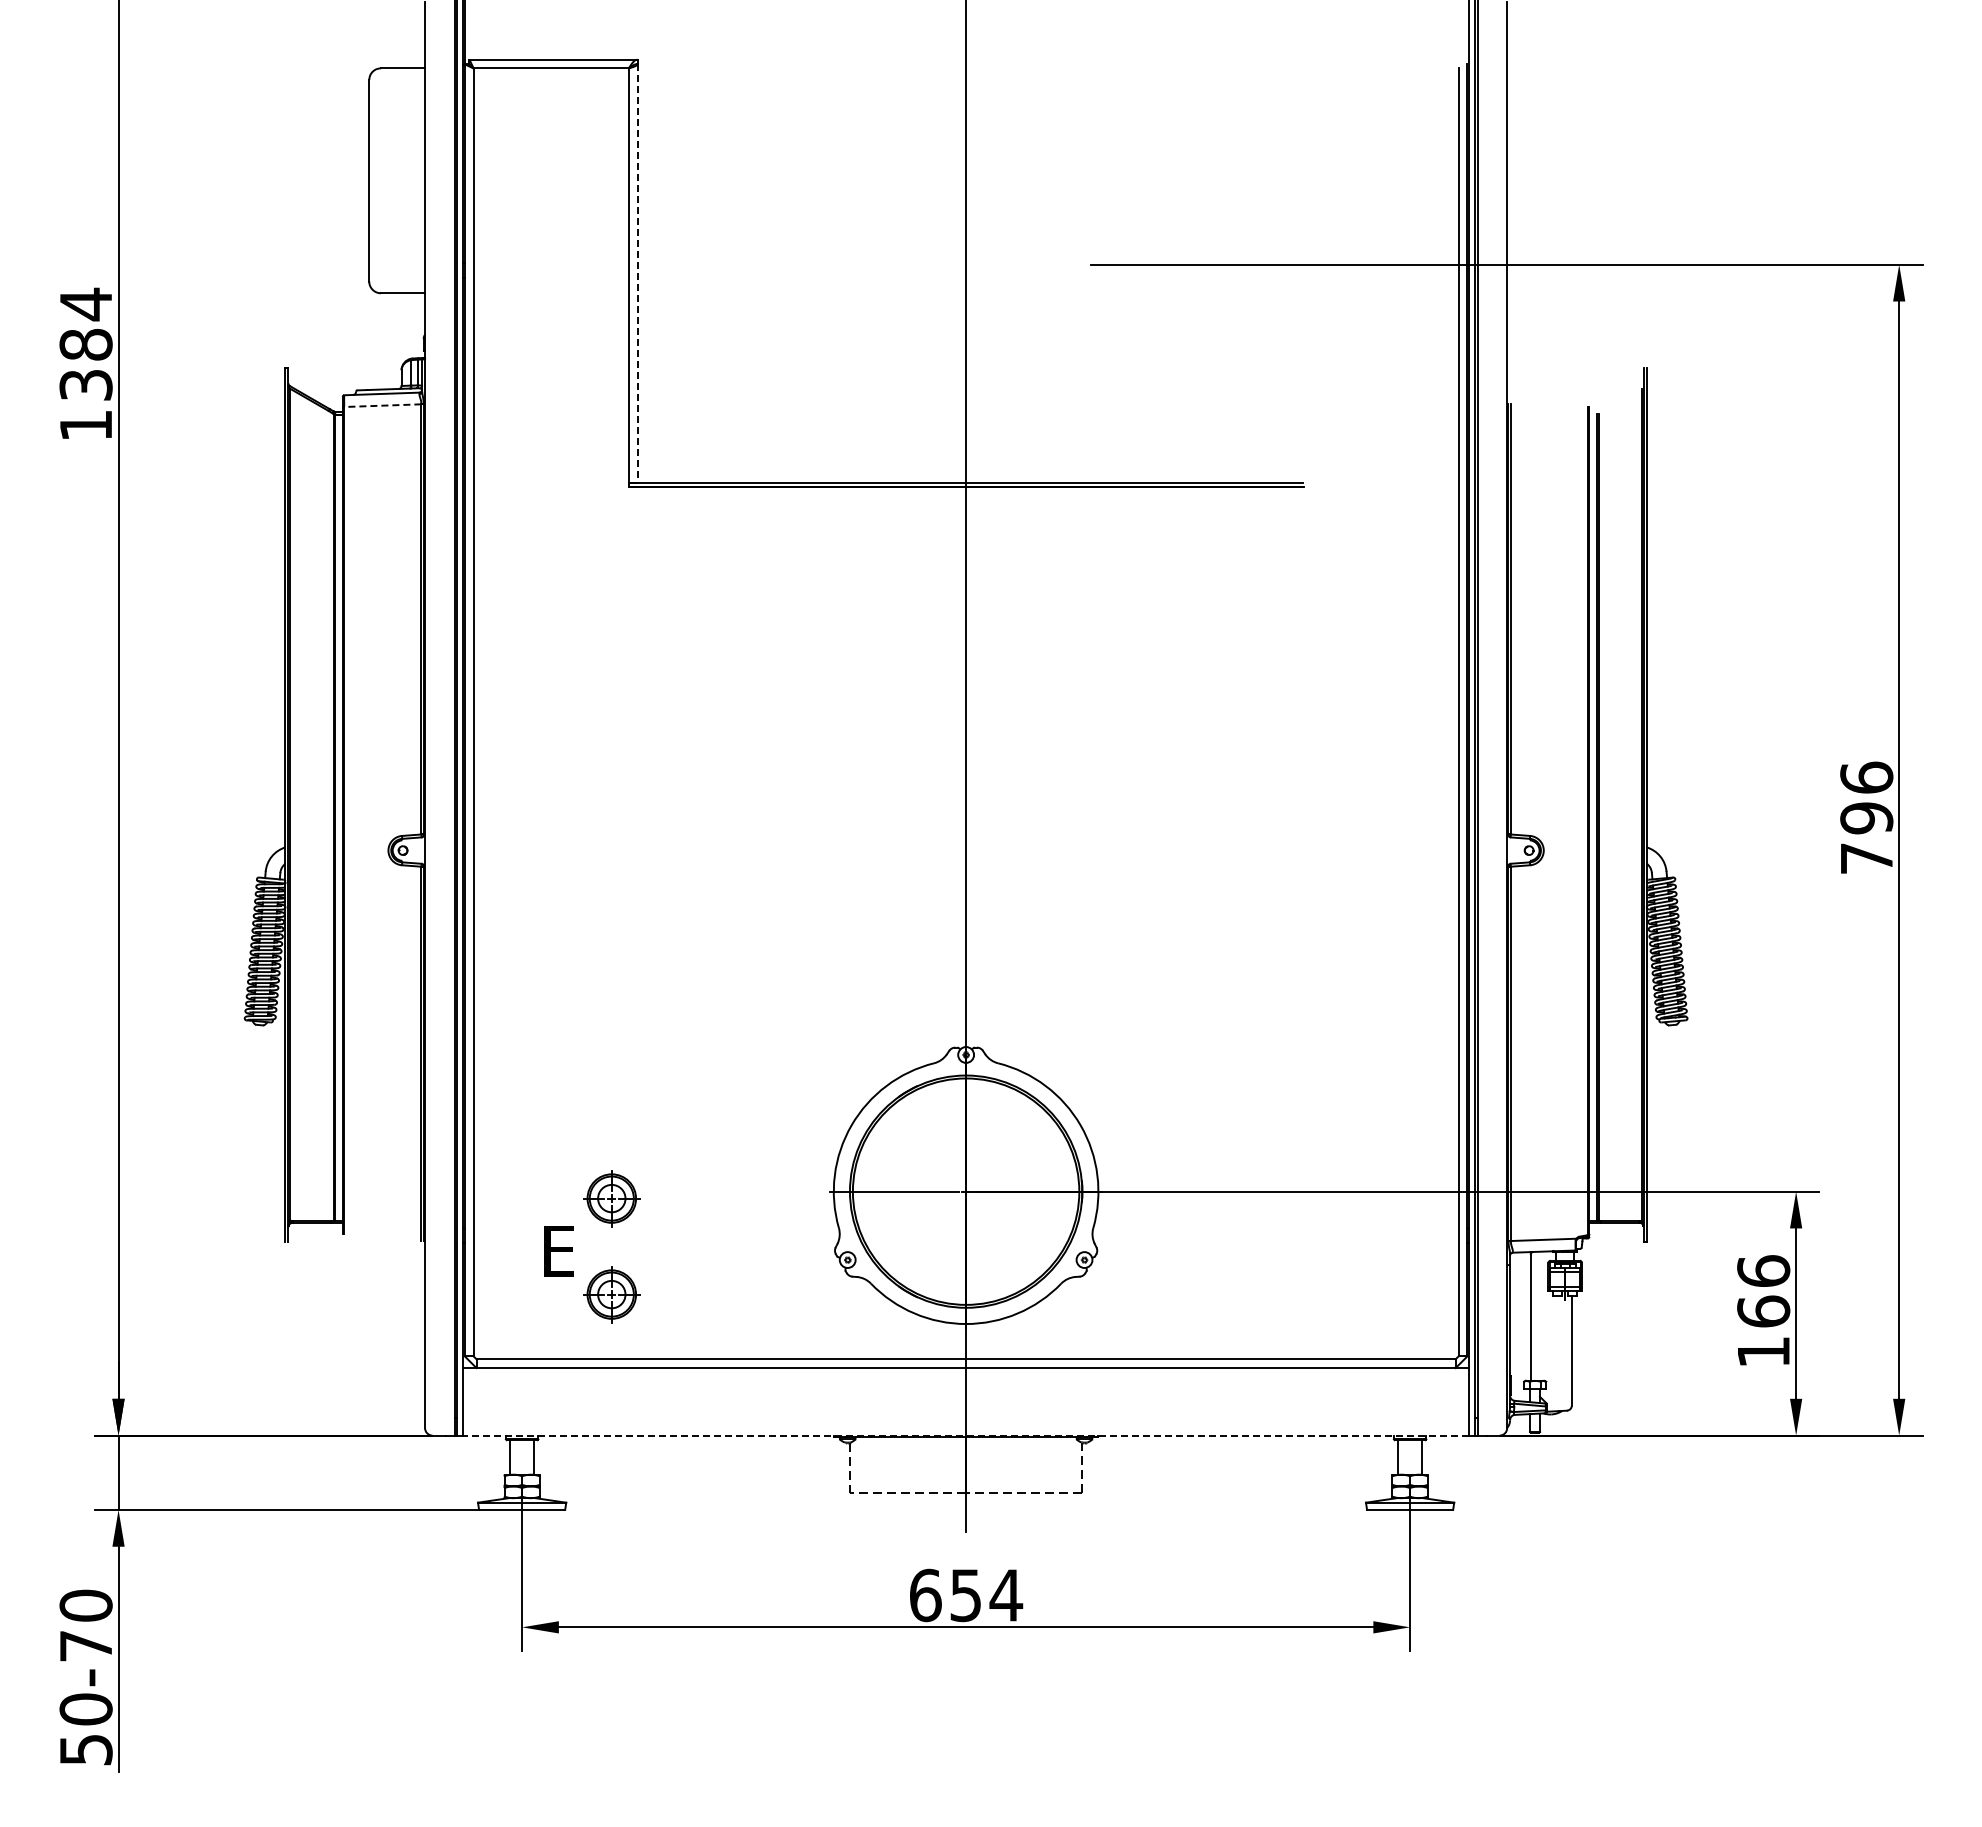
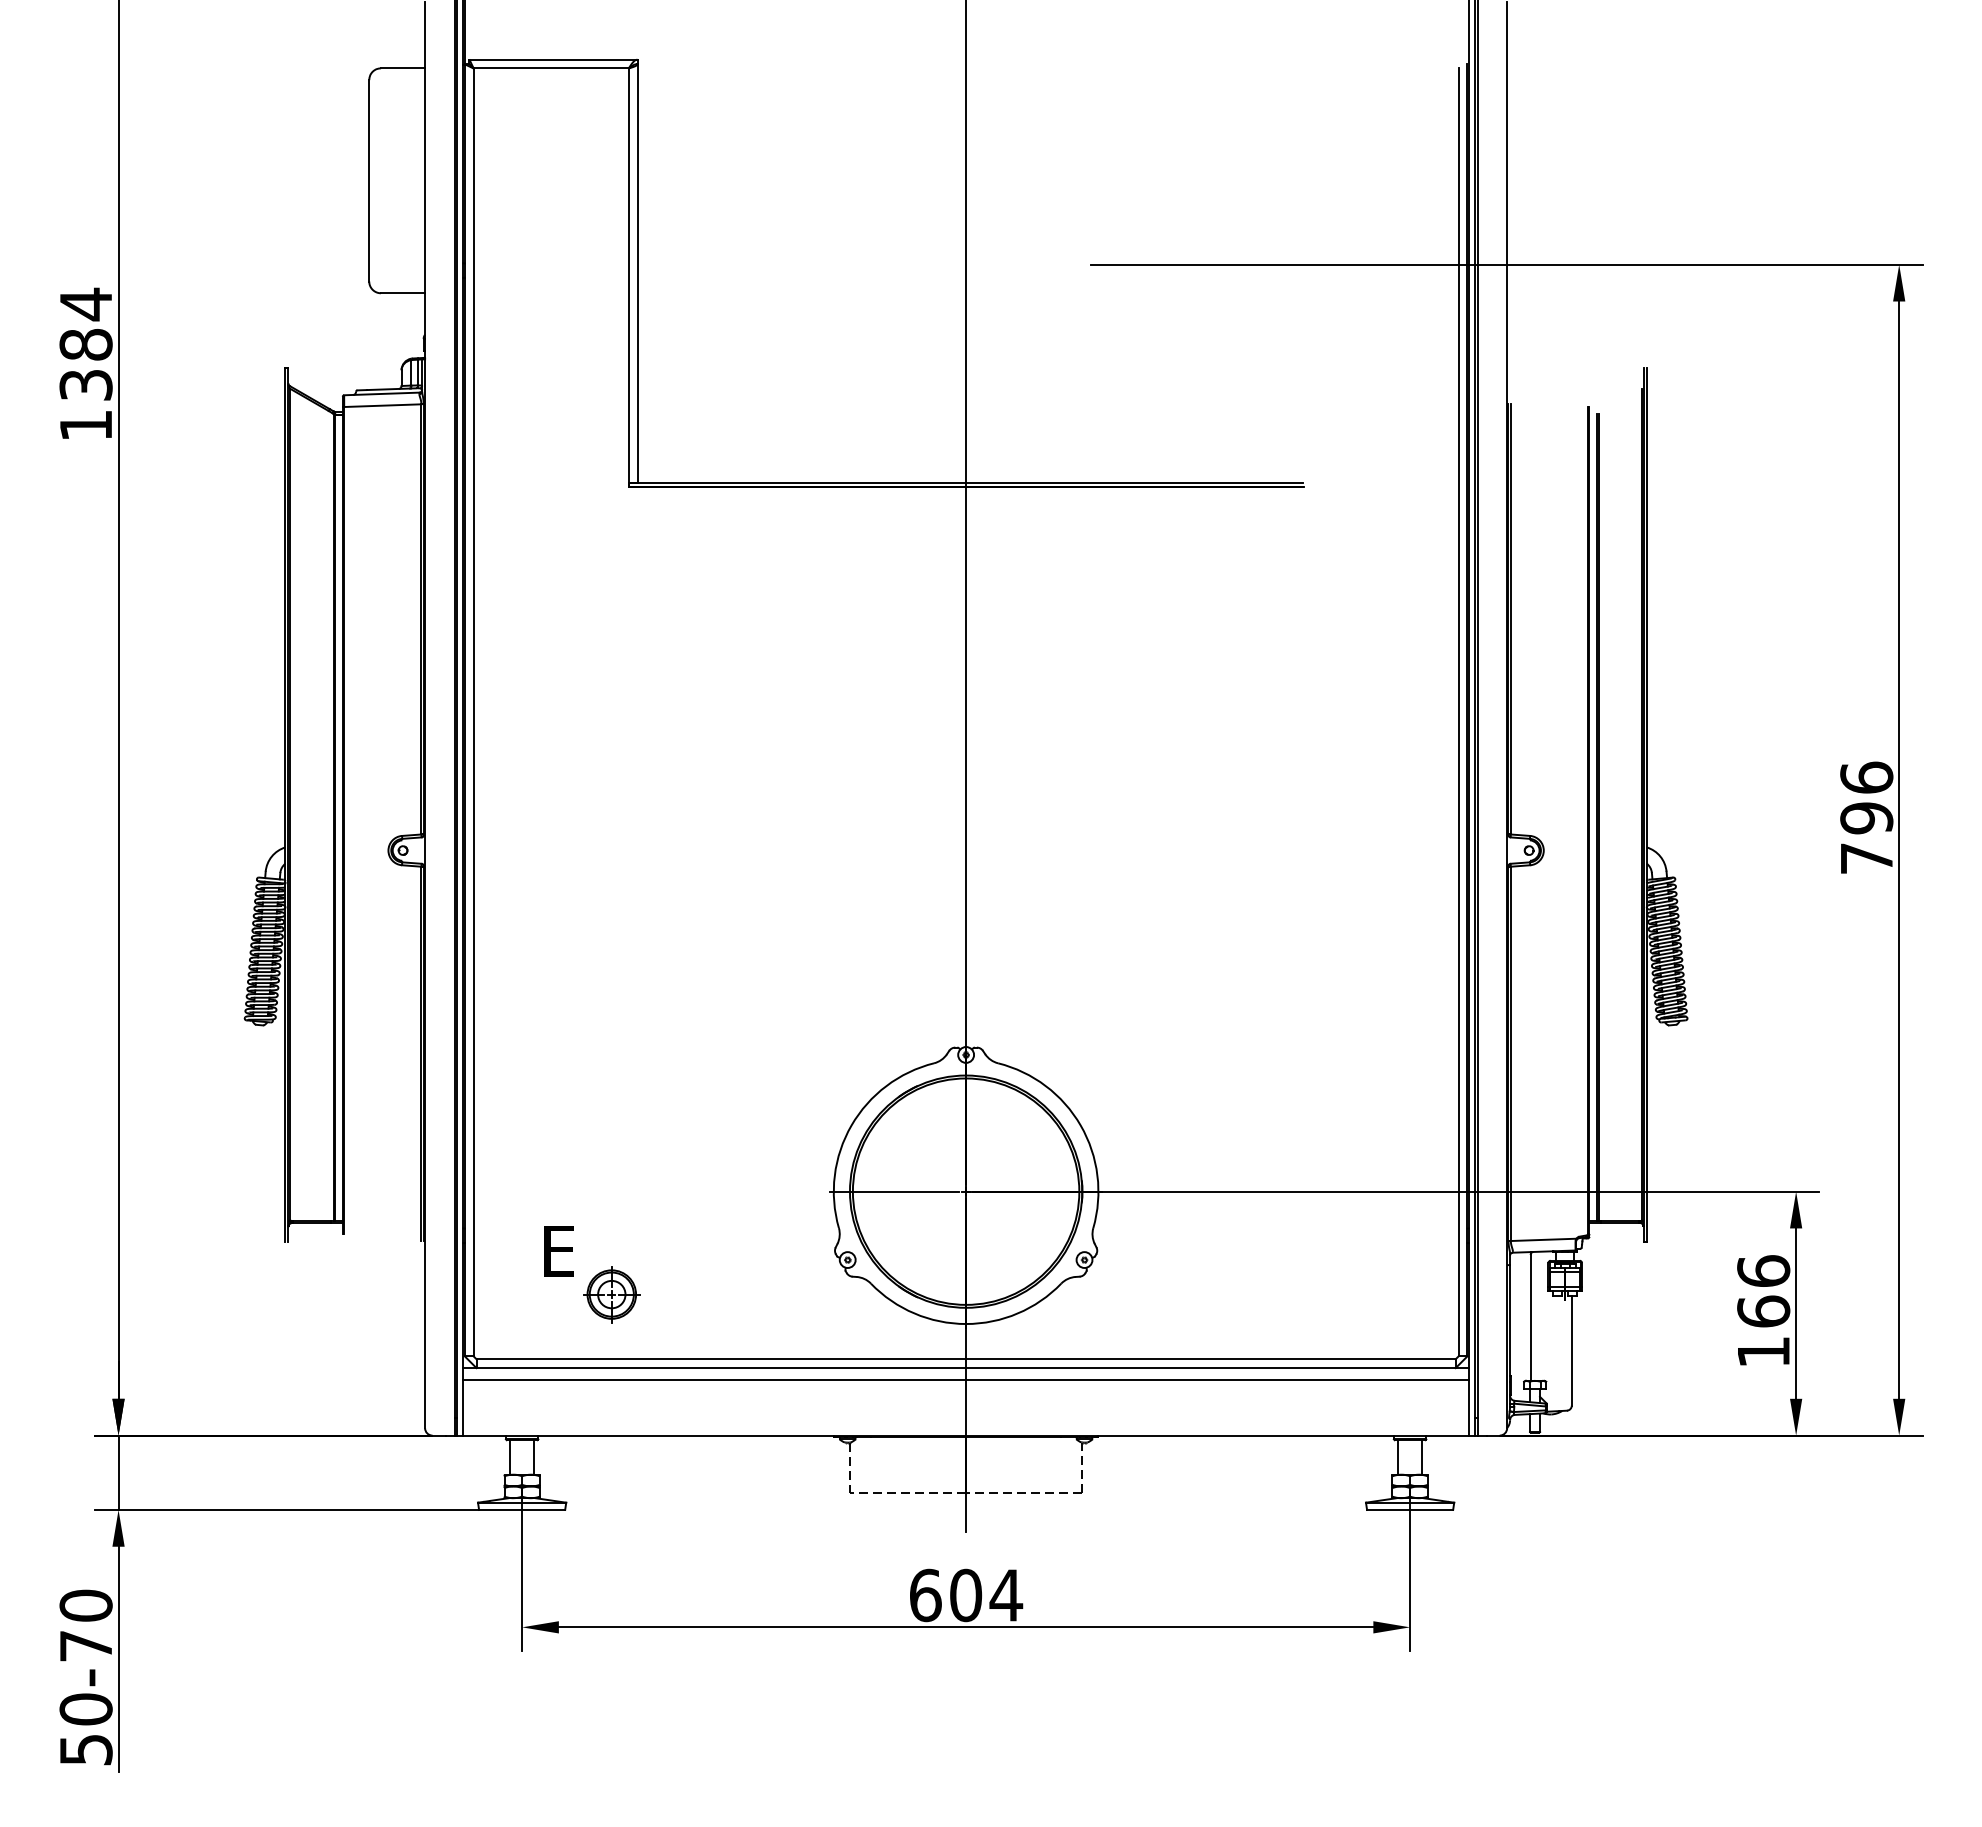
line at (637, 274): dashed -> solid
line at (382, 405): dashed -> solid
part at (611, 1198): present -> none
line at (965, 1379): none -> present
line at (966, 1435): dashed -> solid
text at (966, 1595): 654 -> 604
